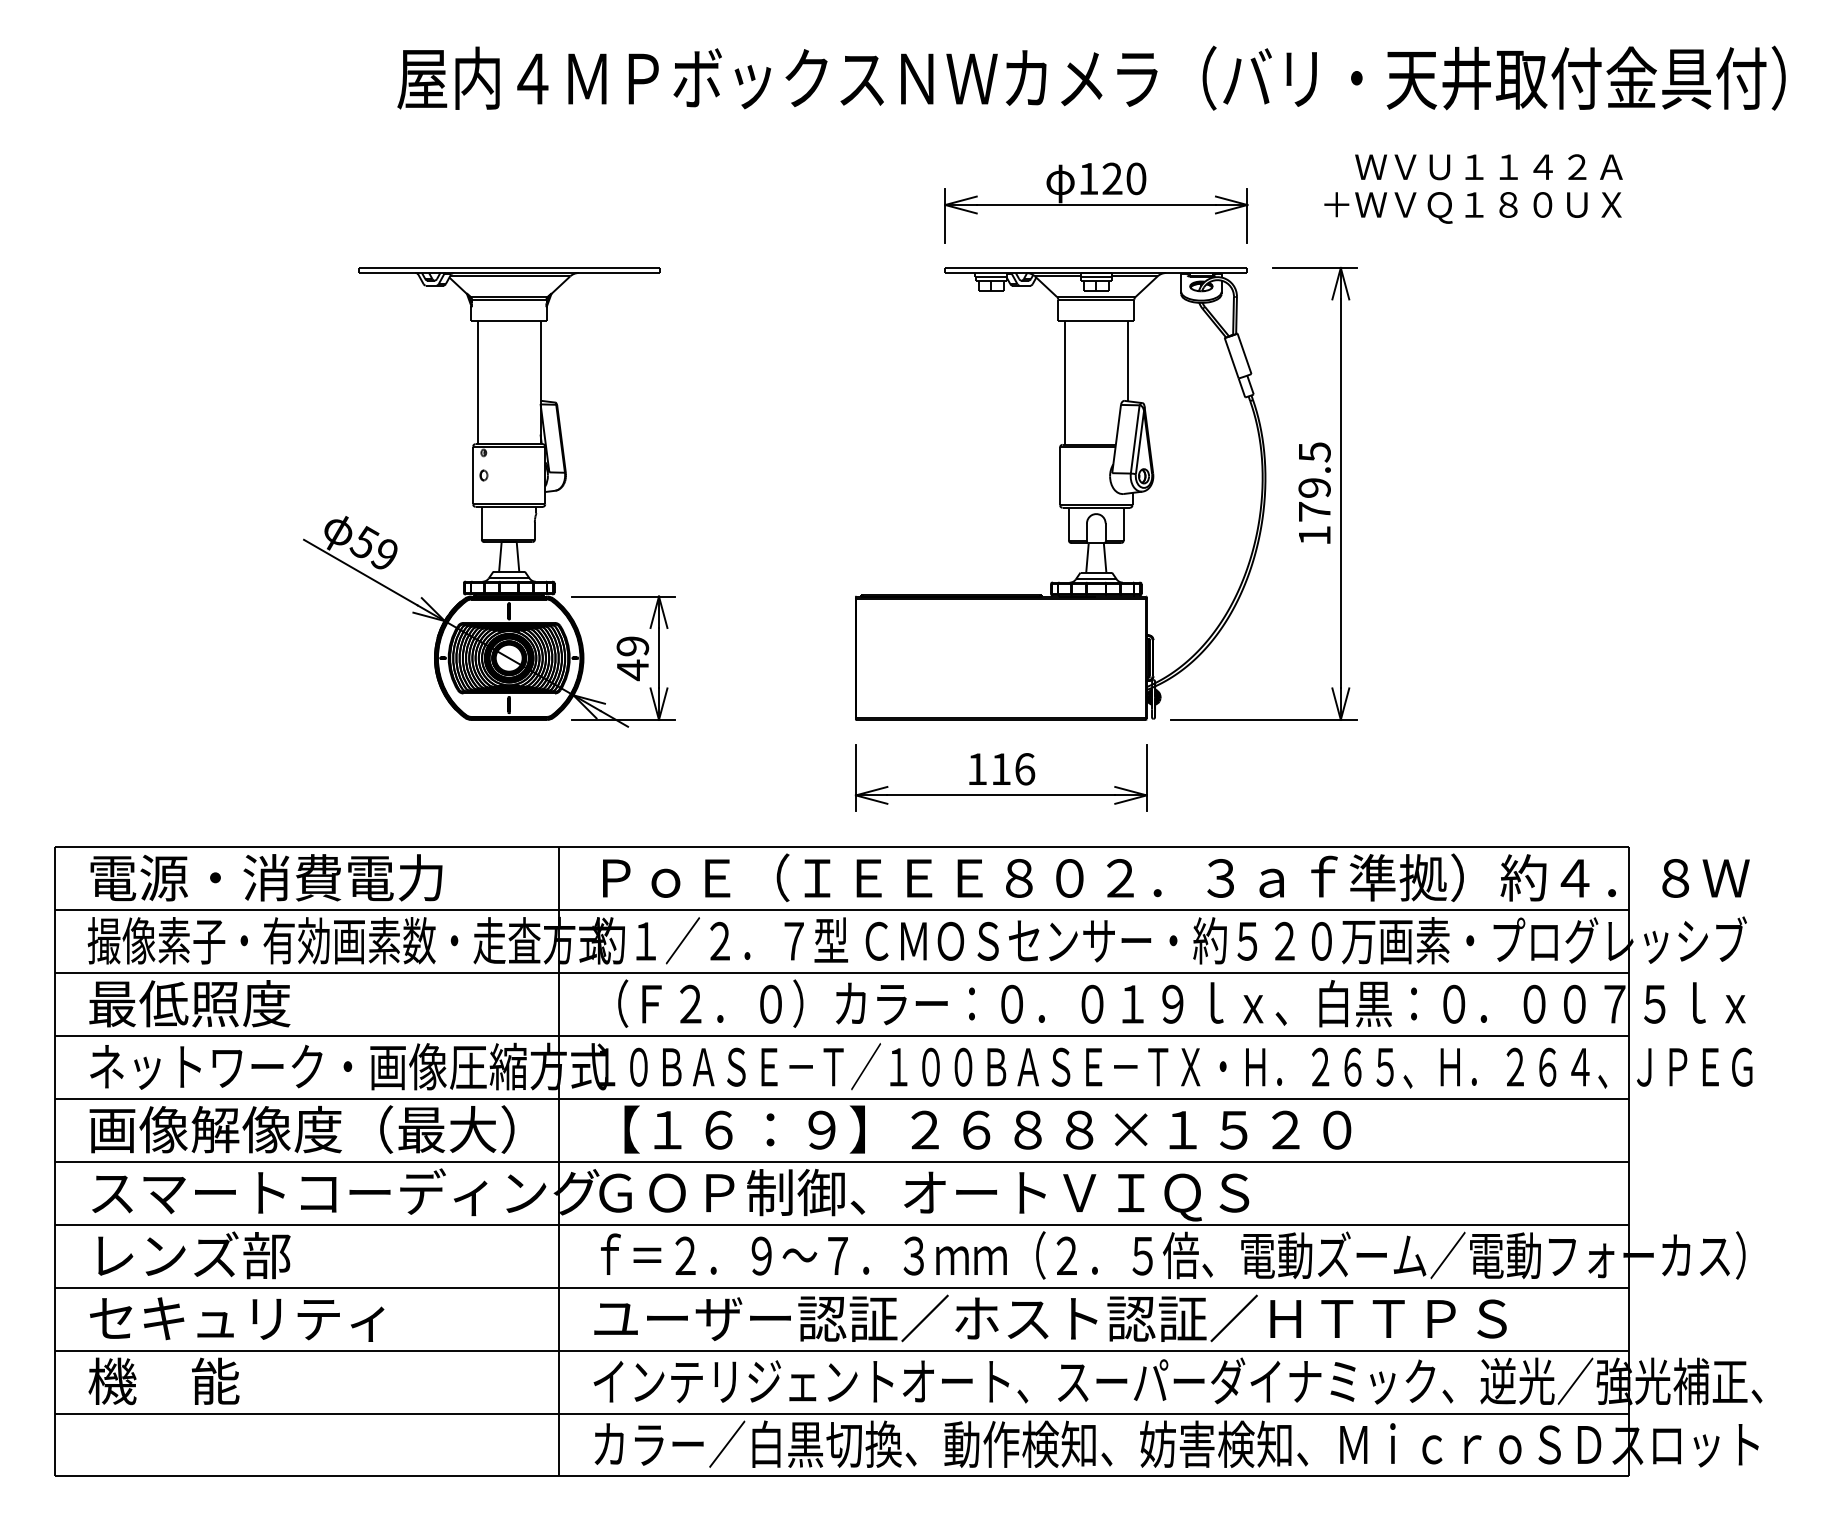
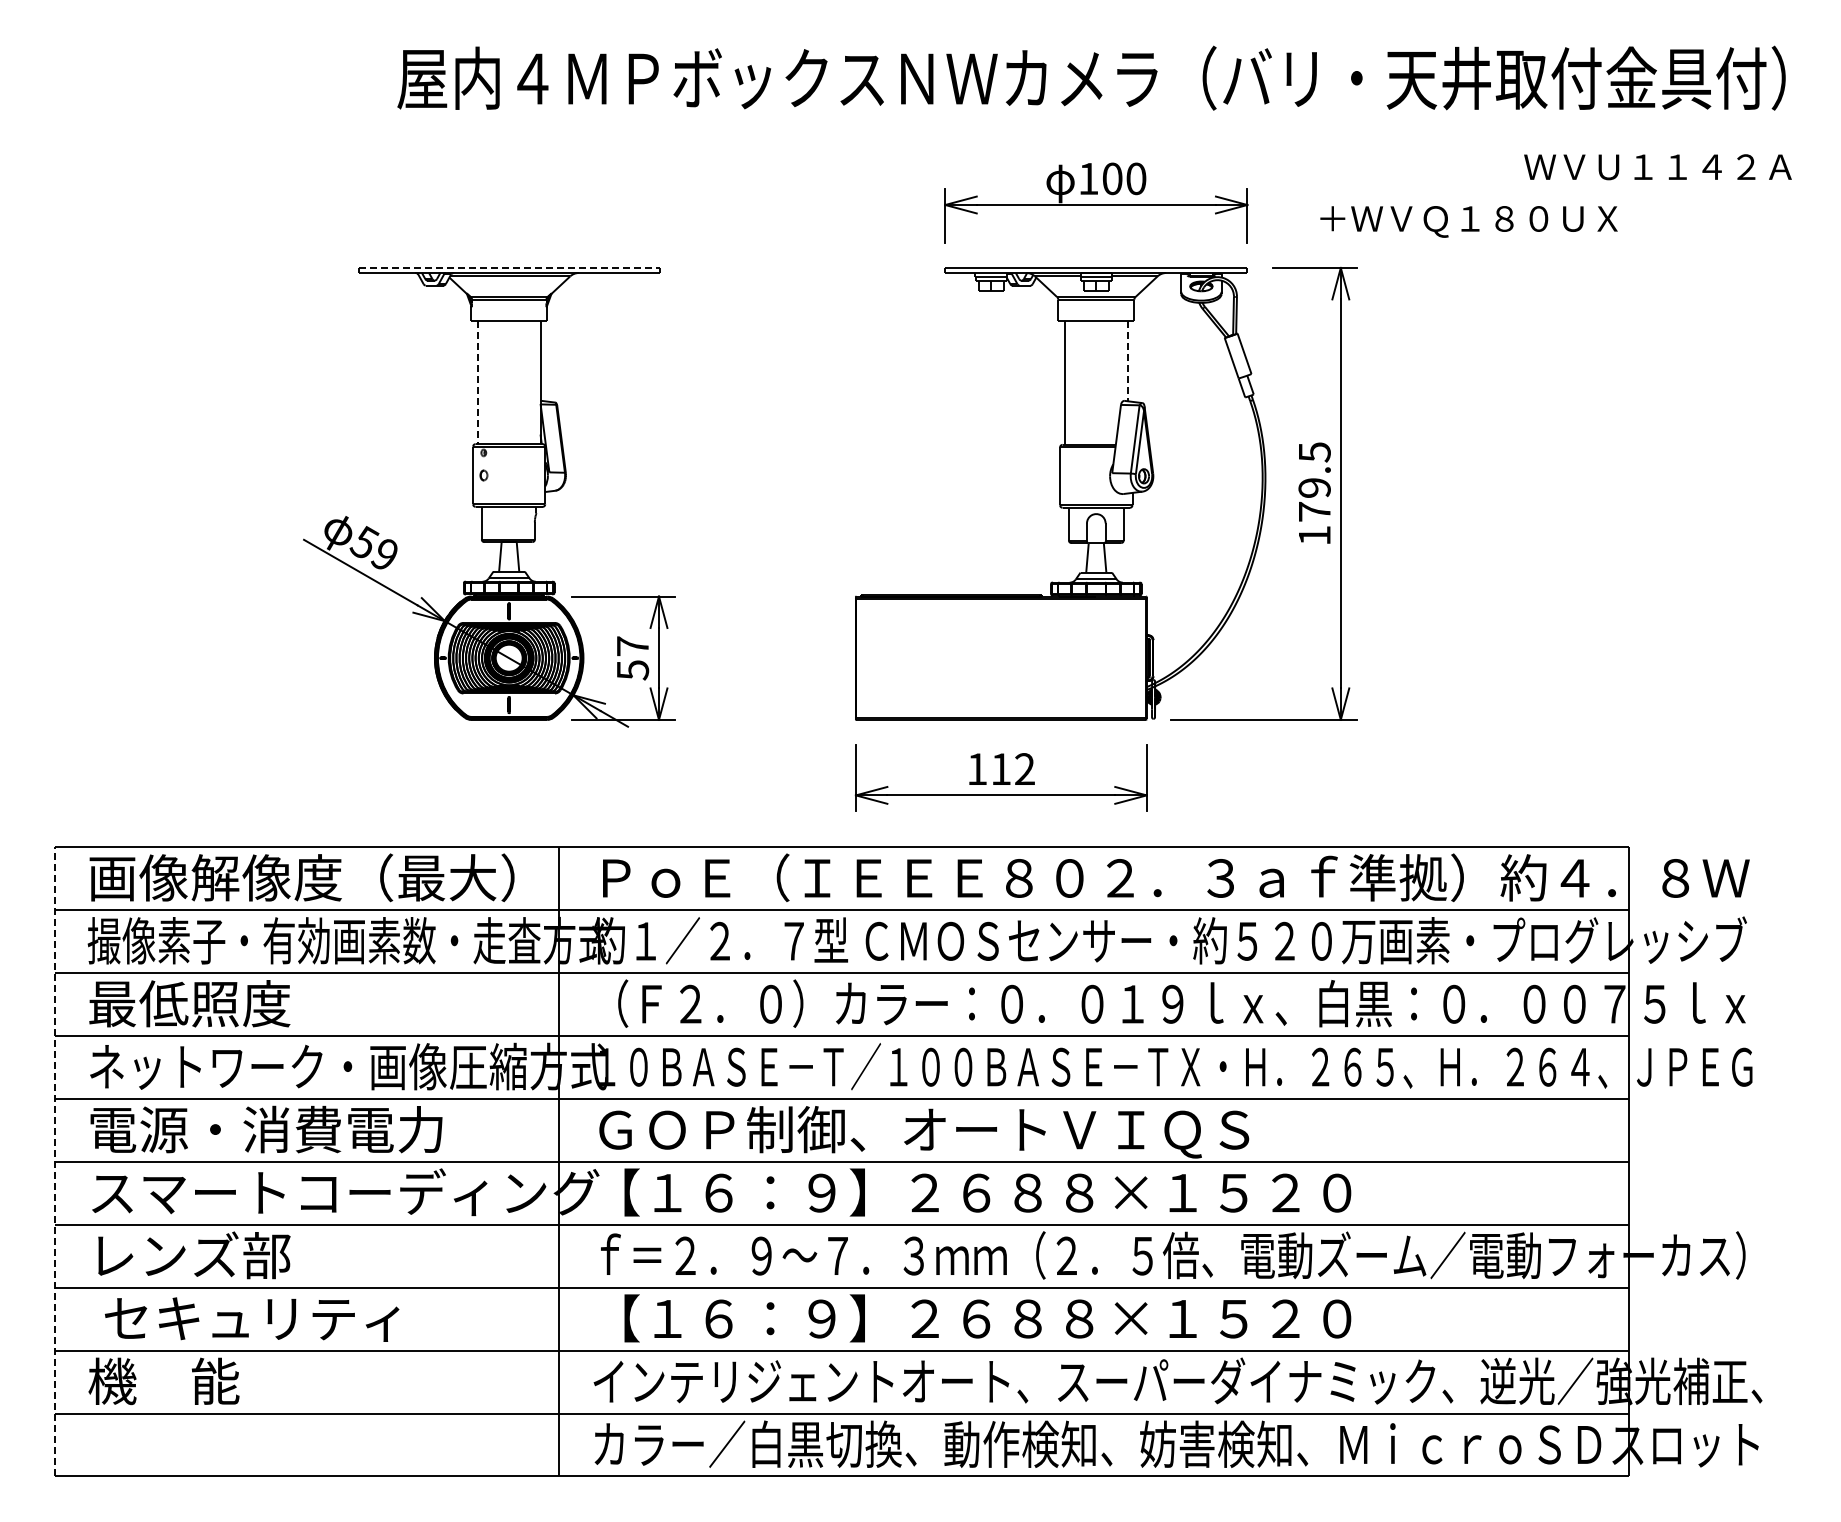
text at (1488, 167) position: (1488, 167) -> (1657, 167)
text at (1112, 178): 120 -> 100
text at (1472, 207) position: (1472, 207) -> (1468, 221)
line at (509, 267): solid -> dashed
line at (1127, 361): solid -> dashed
line at (477, 382): solid -> dashed
text at (632, 658): 49 -> 57
text at (1025, 769): 116 -> 112
text at (301, 877): 電源・消費電力 -> 画像解像度（最大）
text at (301, 1129): 画像解像度（最大） -> 電源・消費電力
text at (975, 1131): 【１６：９】２６８８×１５２０ -> ＧＯＰ制御、オートＶＩＱＳ
line at (55, 1161): solid -> dashed
text at (975, 1194): ＧＯＰ制御、オートＶＩＱＳ -> 【１６：９】２６８８×１５２０
text at (1050, 1318): ユーザー認証／ホスト認証／ＨＴＴＰＳ -> 【１６：９】２６８８×１５２０
text at (237, 1319) position: (237, 1319) -> (252, 1319)
